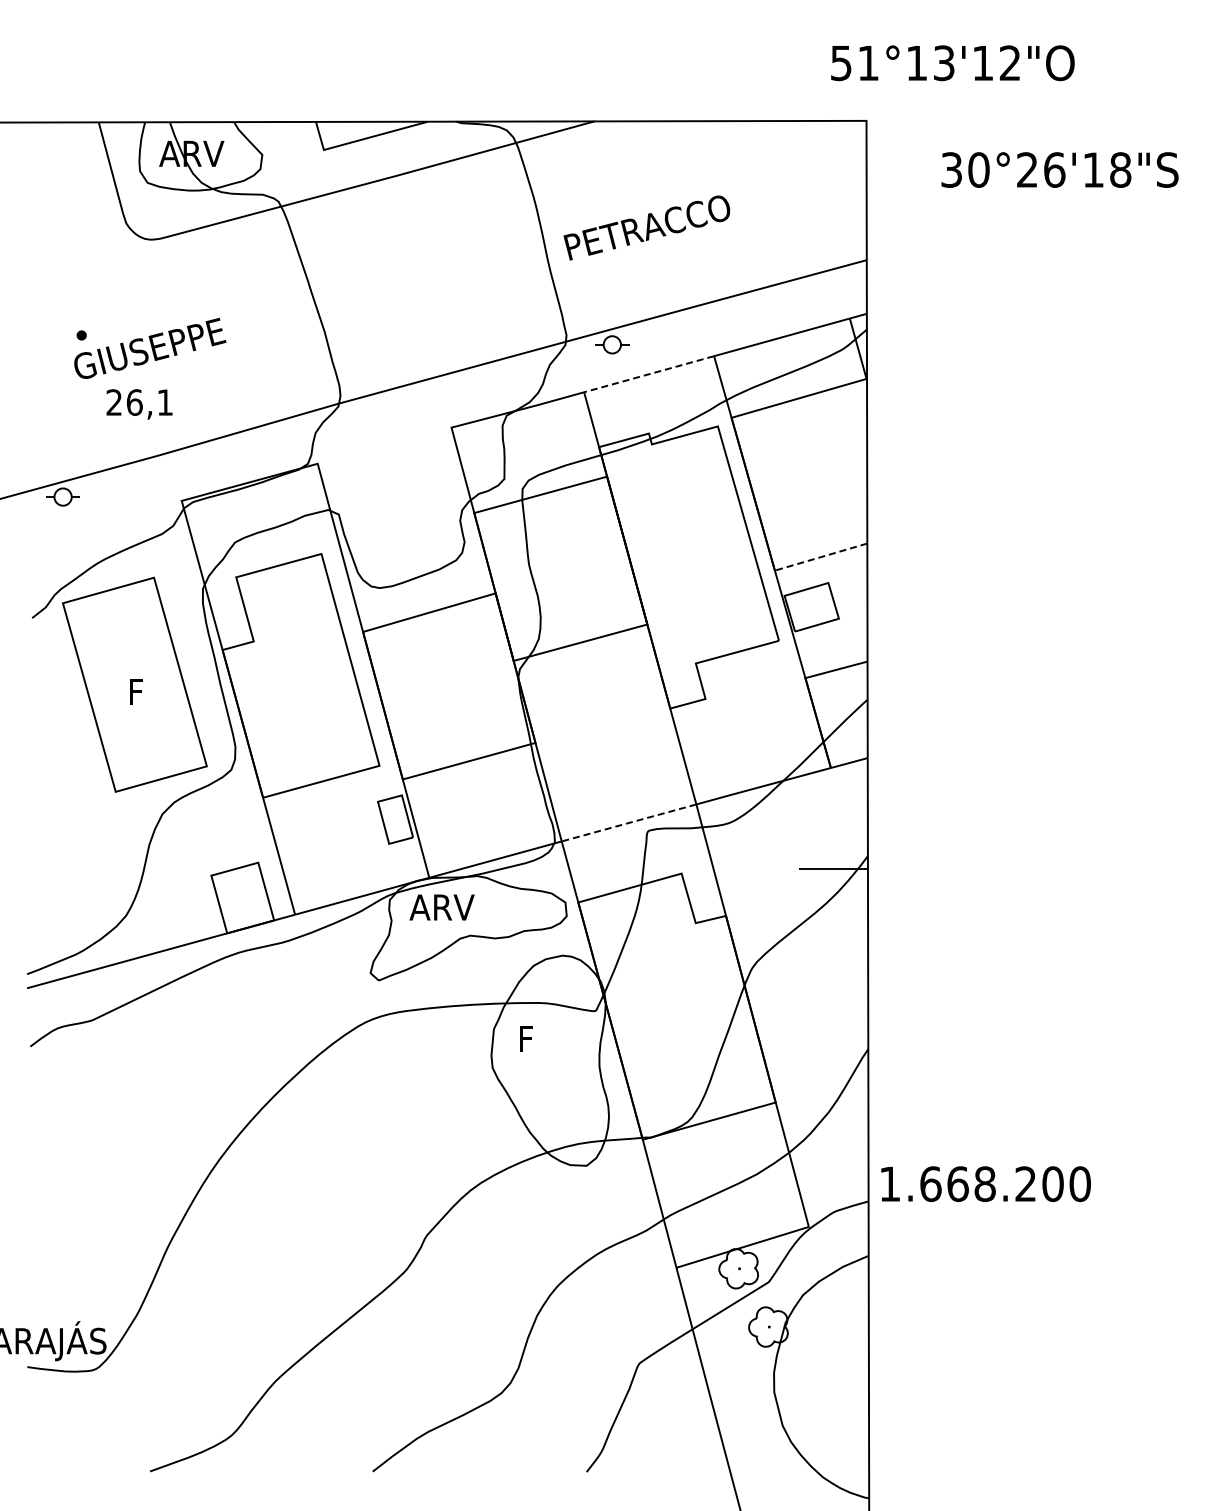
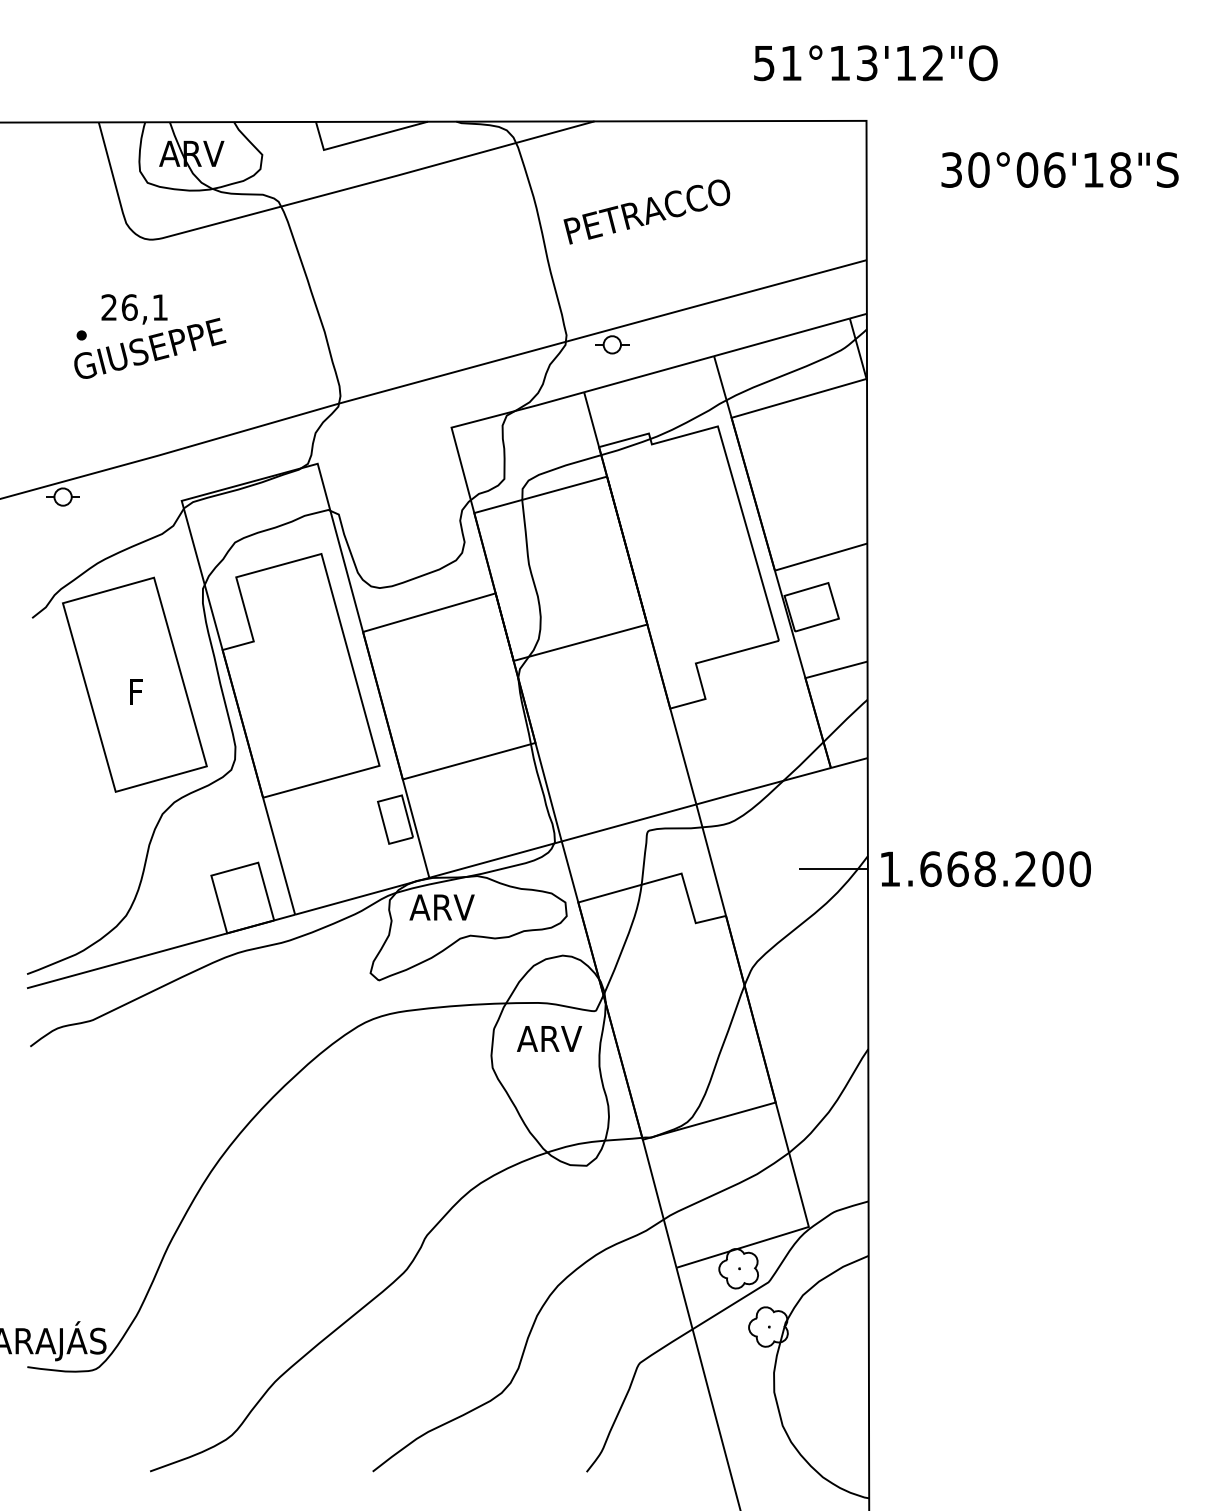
text at (952, 63) position: (952, 63) -> (875, 63)
text at (1027, 169): 30°26'18"S -> 30°06'18"S
text at (646, 227) position: (646, 227) -> (646, 211)
line at (648, 374): dashed -> solid
text at (139, 404) position: (139, 404) -> (134, 309)
line at (820, 557): dashed -> solid
line at (629, 822): dashed -> solid
text at (549, 1038): F -> ARV
text at (985, 1184) position: (985, 1184) -> (985, 869)
